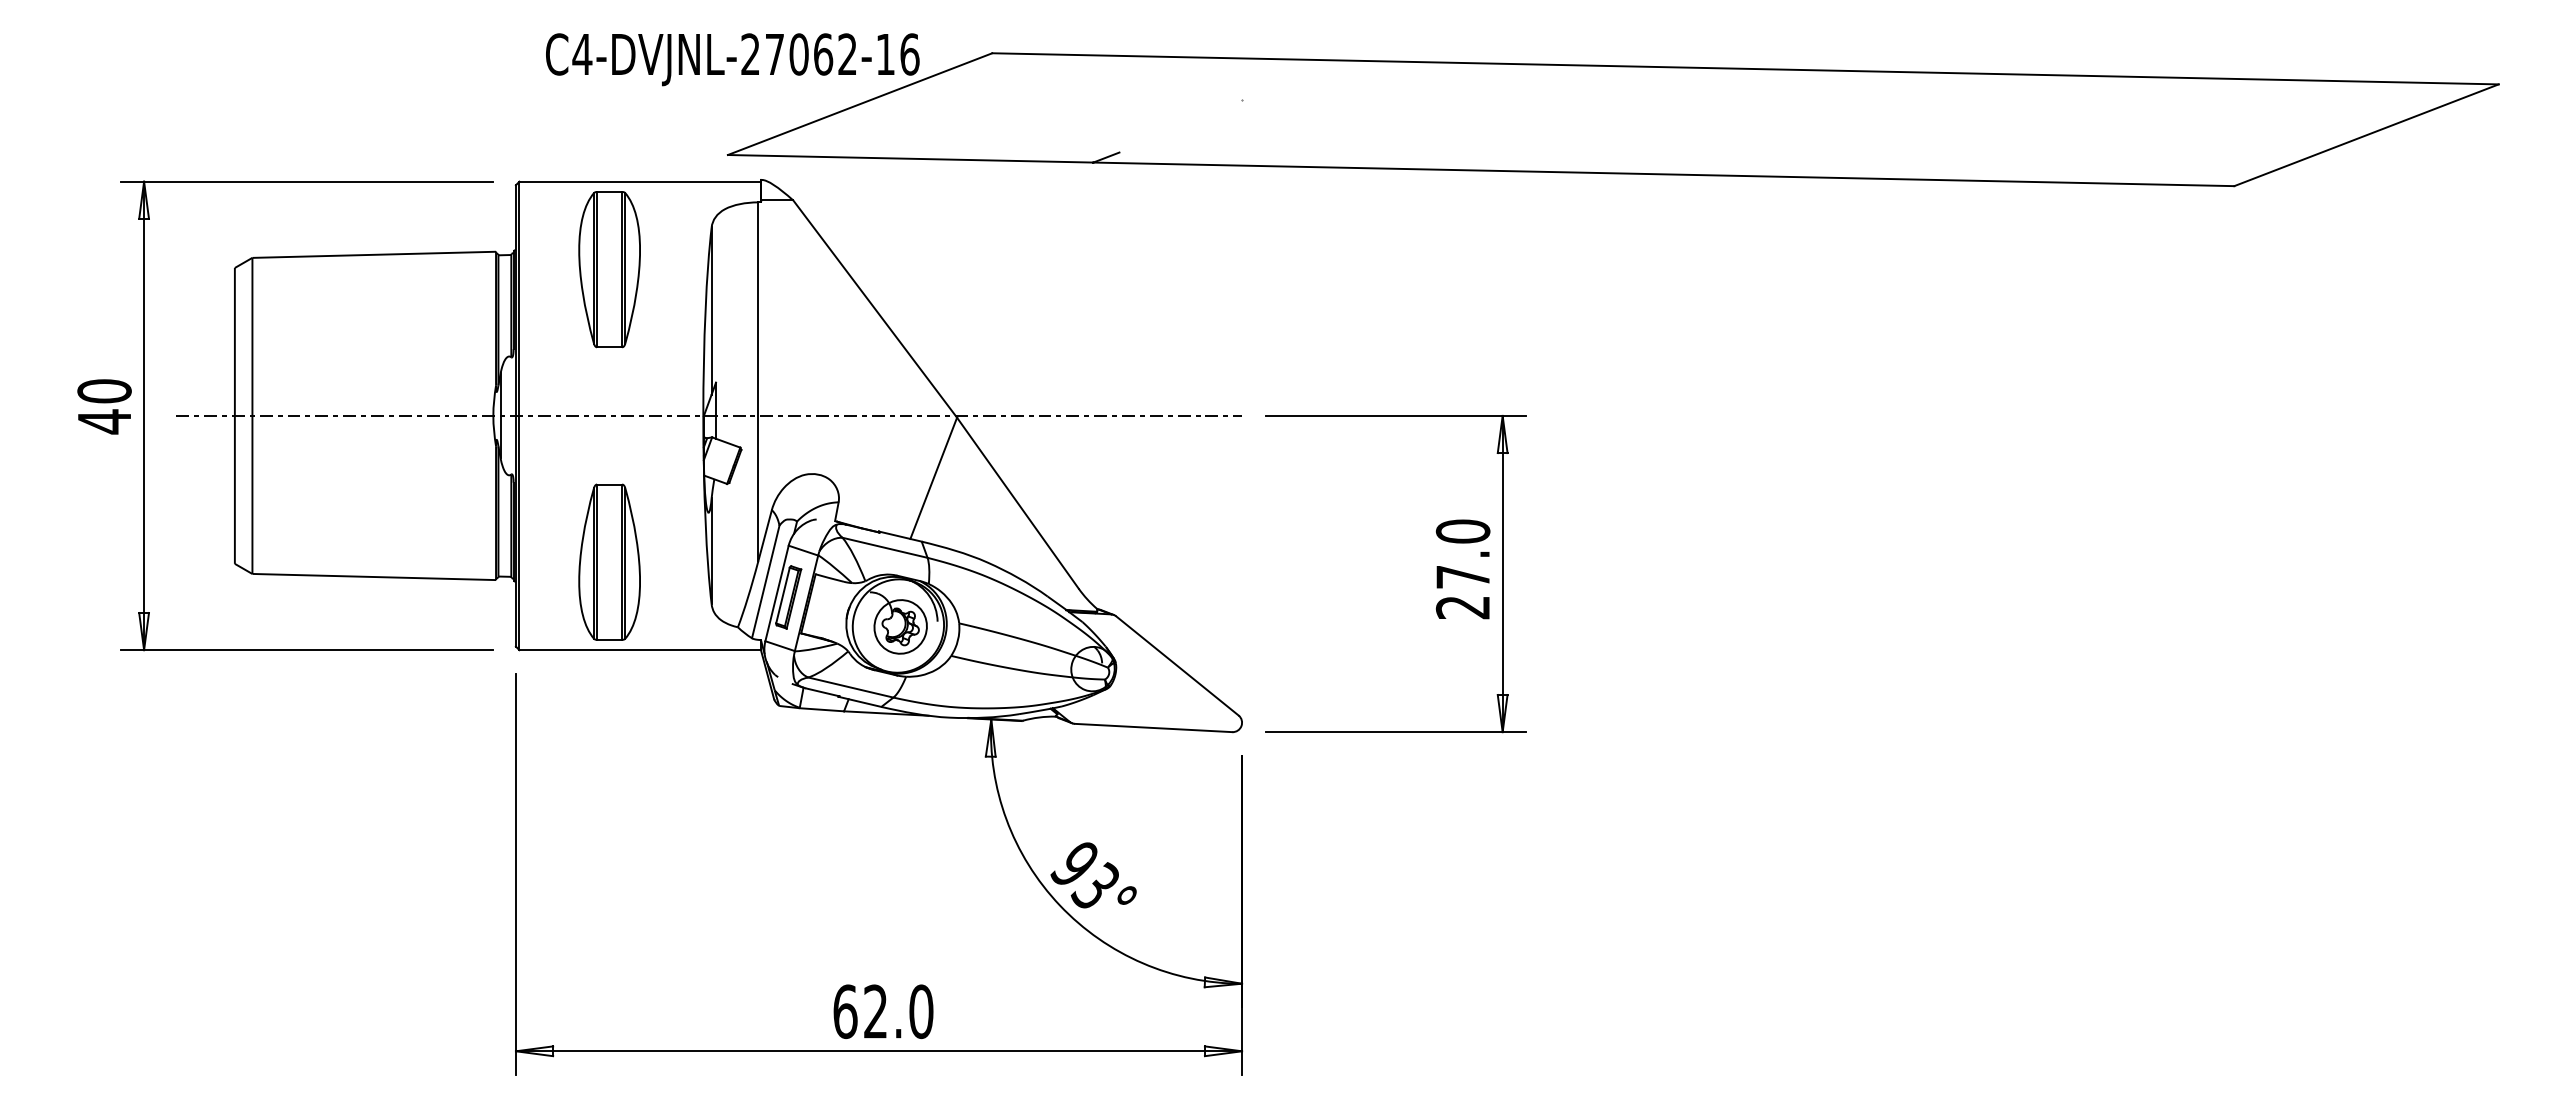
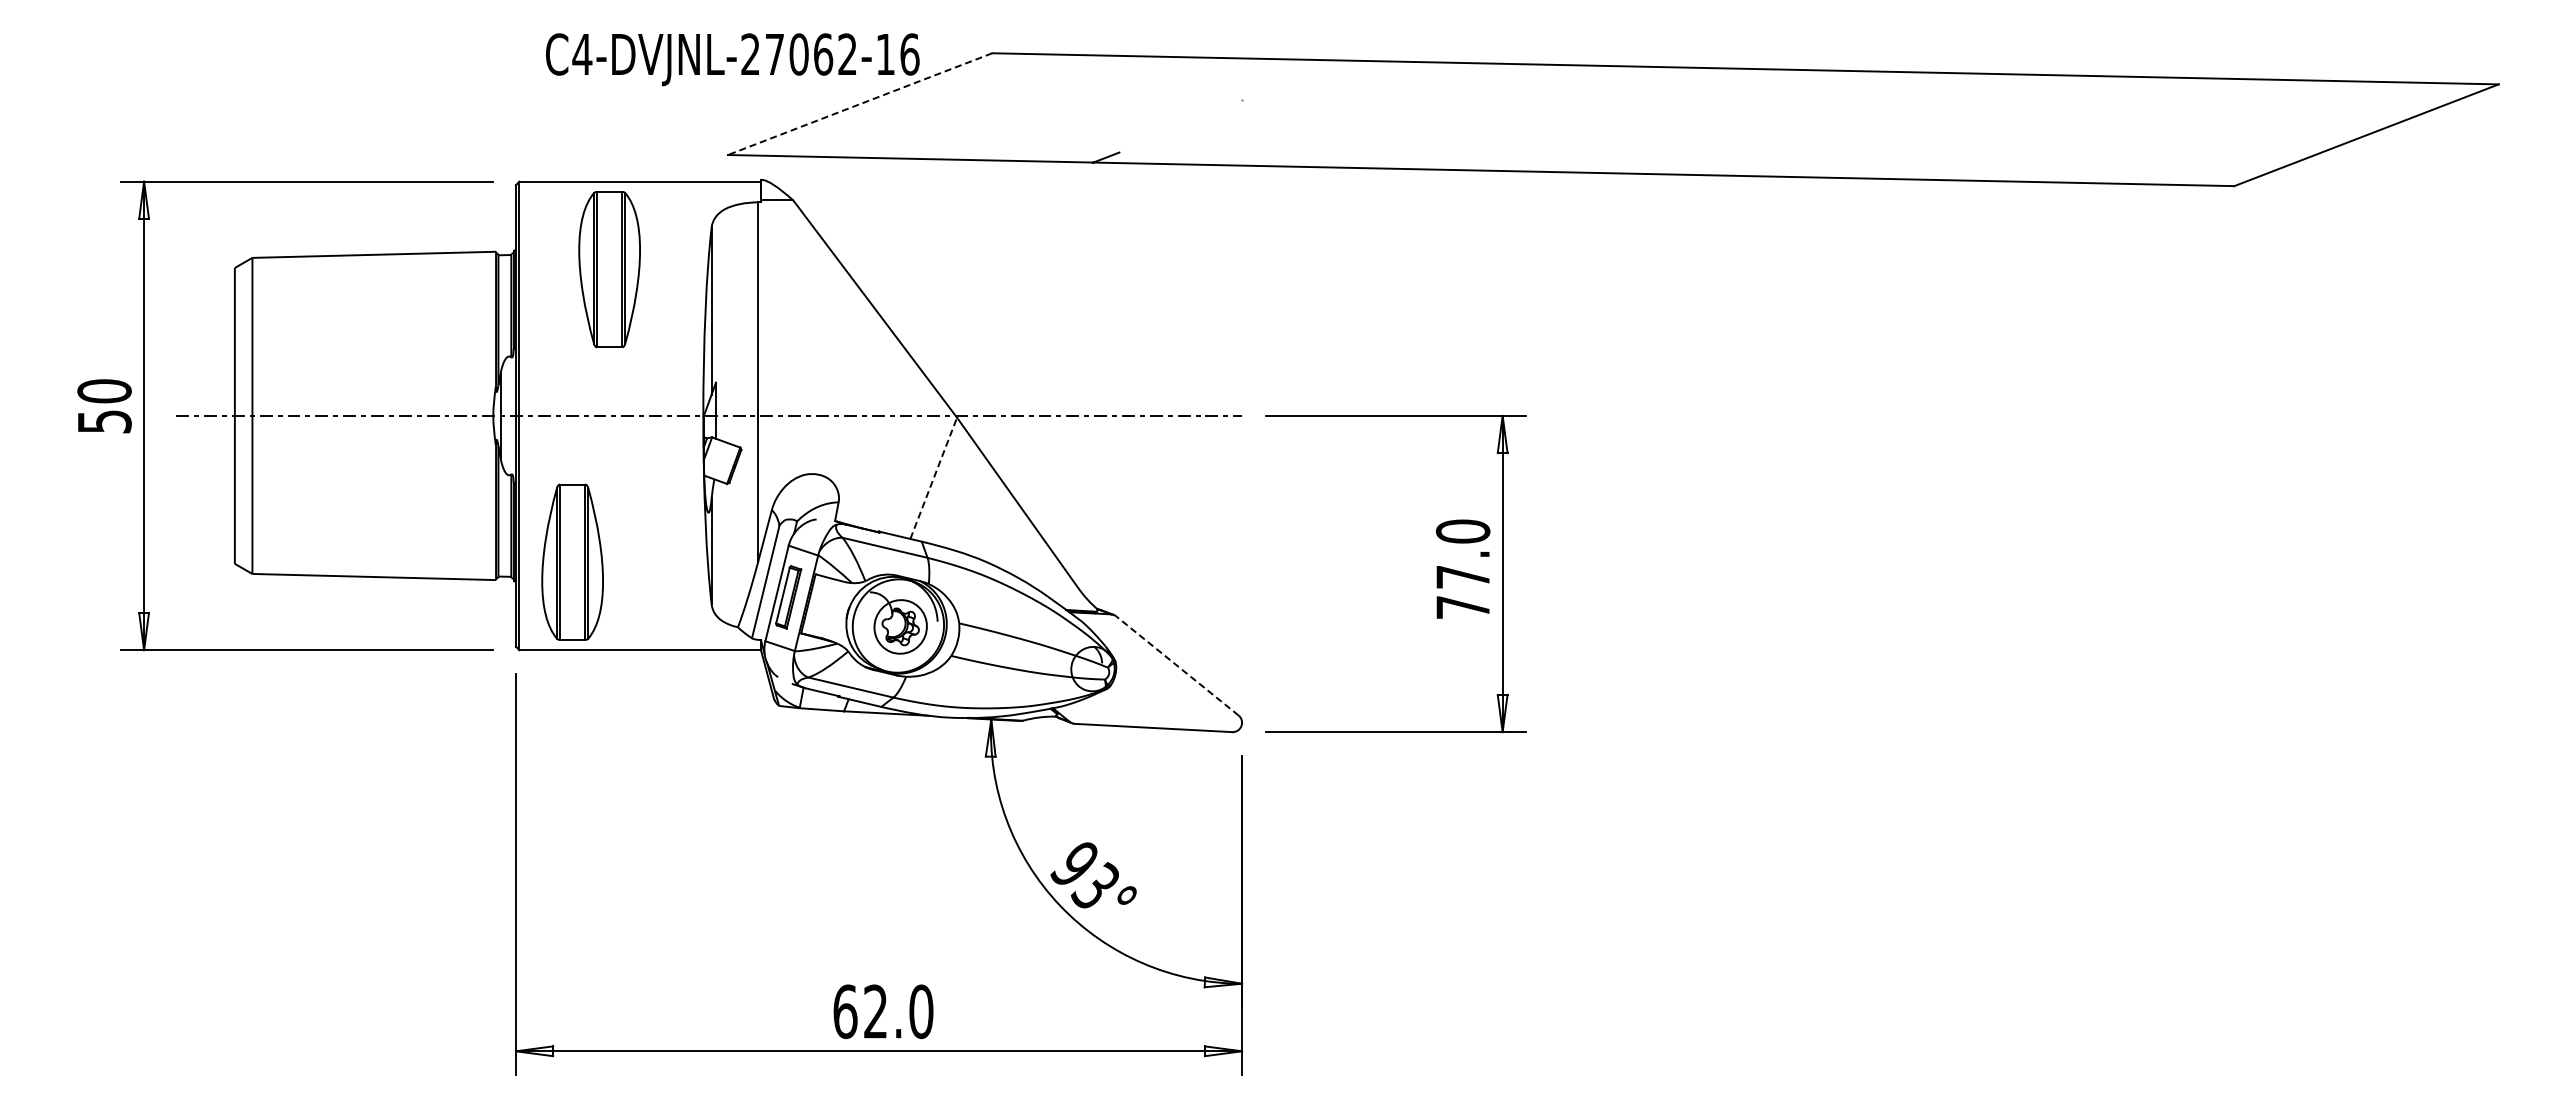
line at (860, 104): solid -> dashed
text at (104, 421): 40 -> 50
line at (933, 478): solid -> dashed
part at (609, 561) position: (609, 561) -> (572, 561)
text at (1462, 607): 27.0 -> 77.0
line at (1177, 665): solid -> dashed
